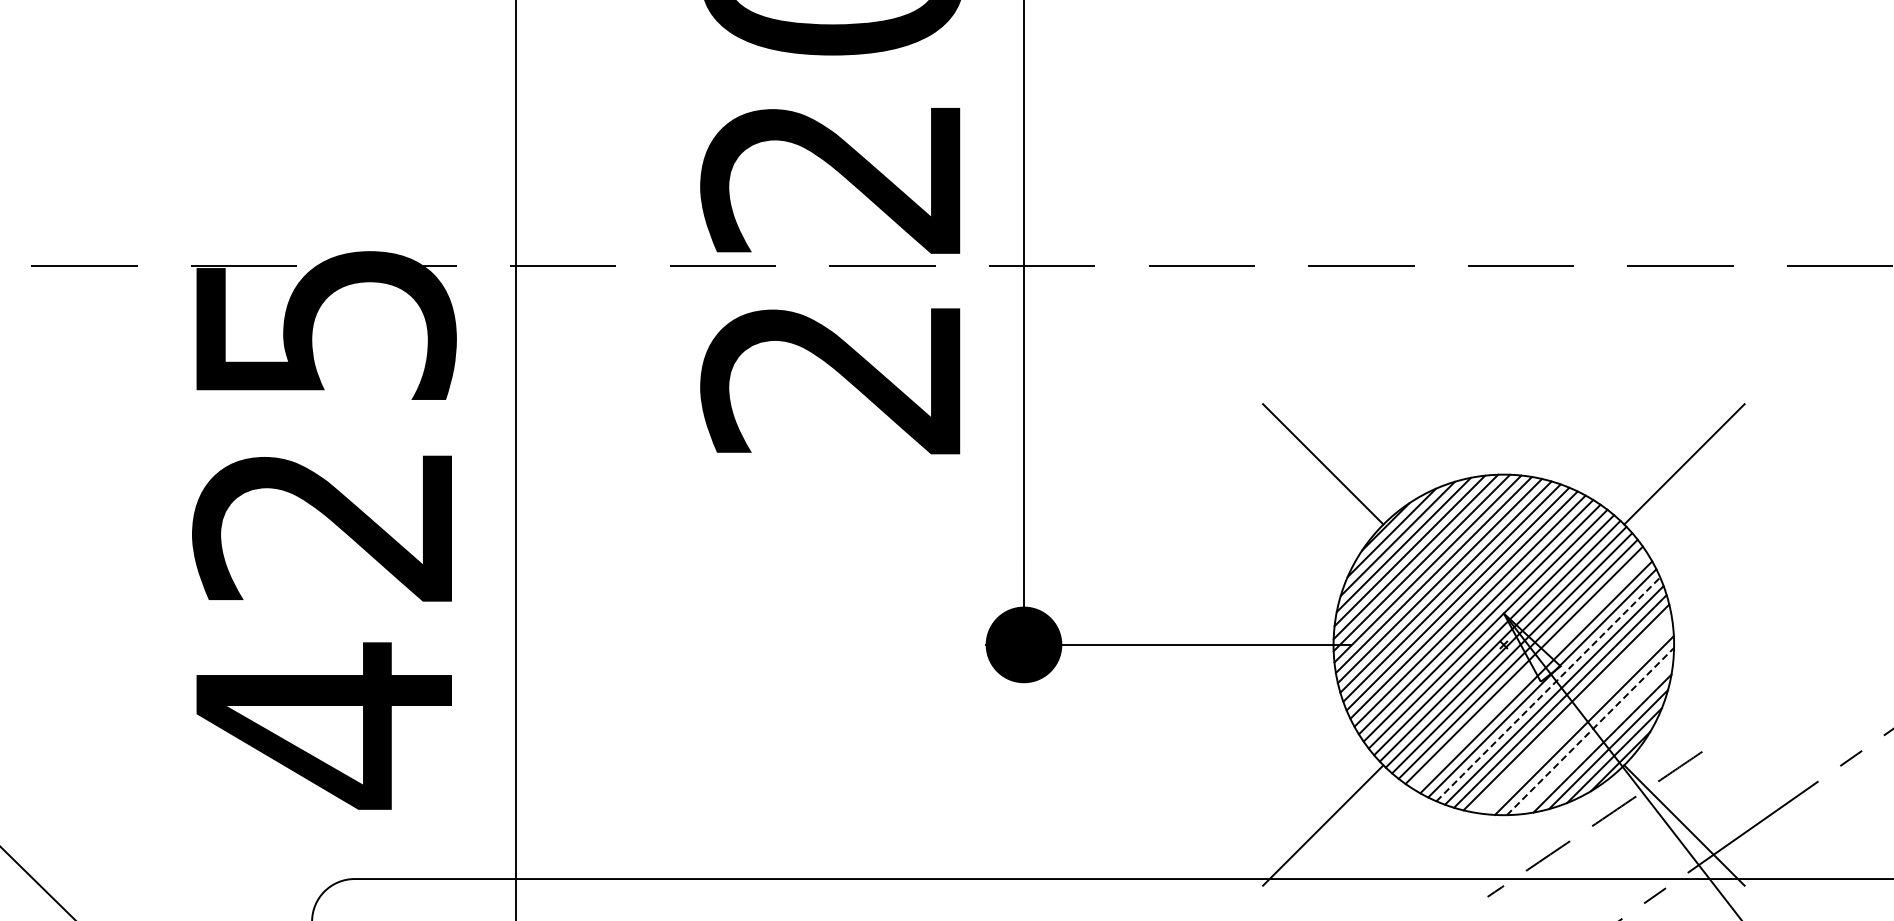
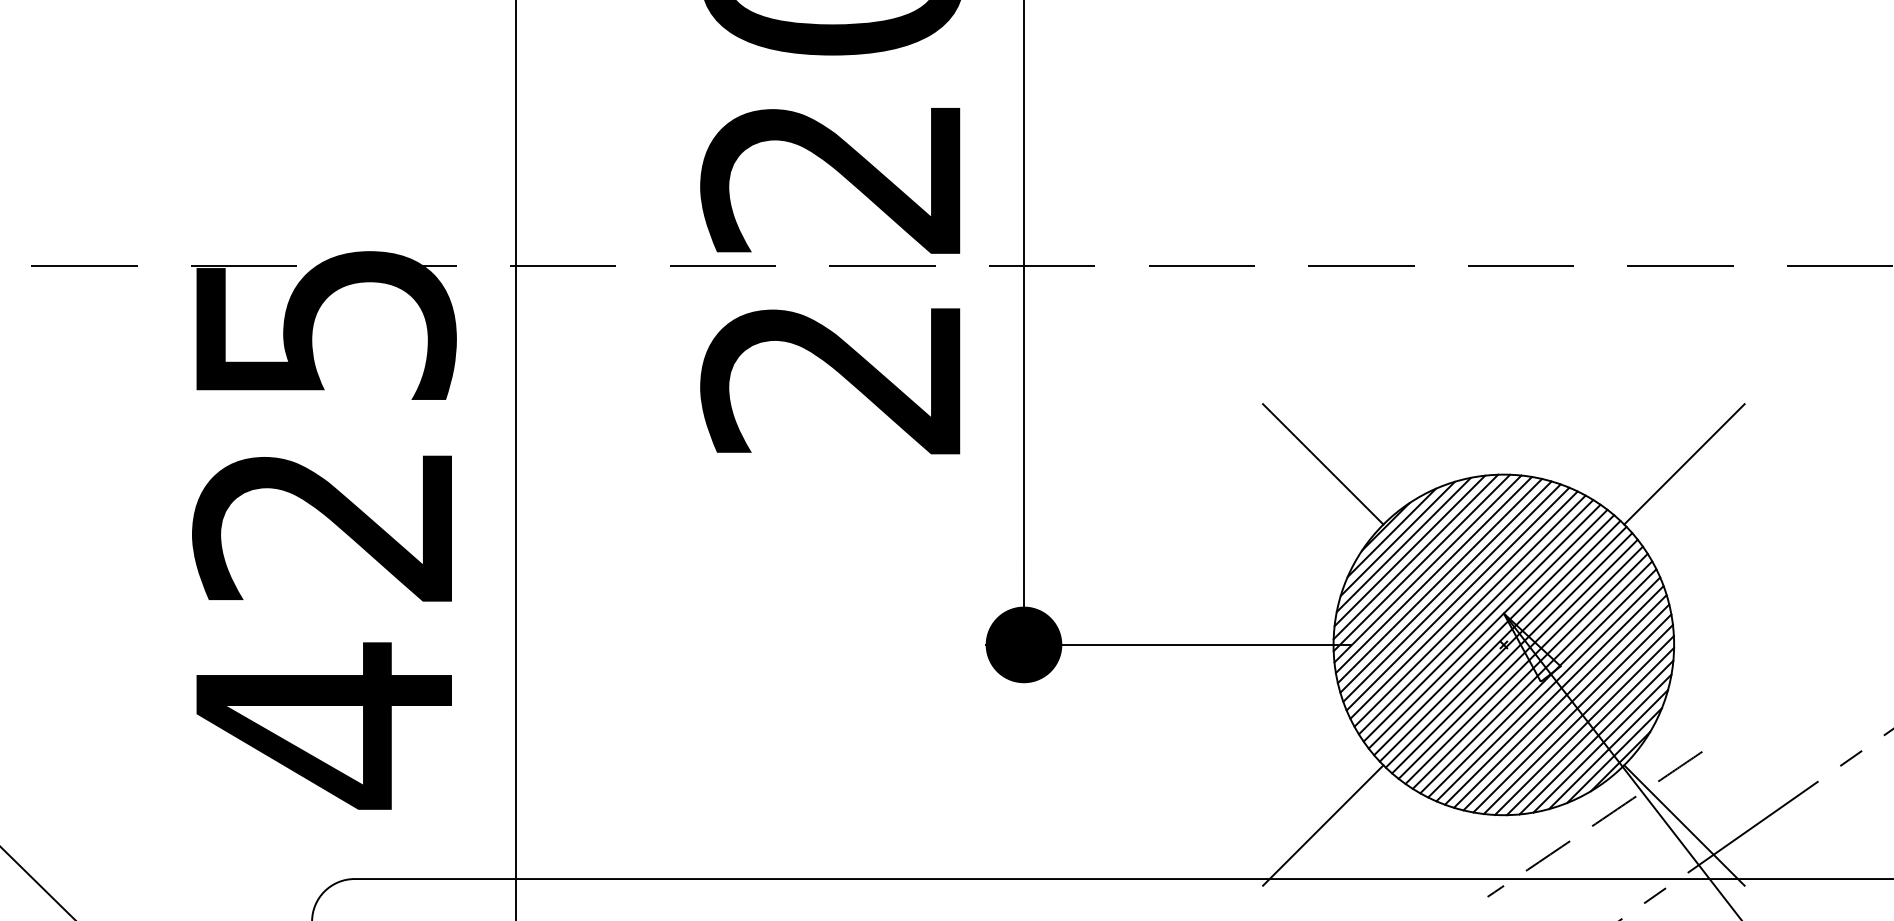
line at (1529, 670): none -> present
line at (1548, 689): dashed -> solid
line at (1572, 713): none -> present
line at (1577, 719): none -> present
line at (1590, 731): dashed -> solid
line at (1596, 737): none -> present
